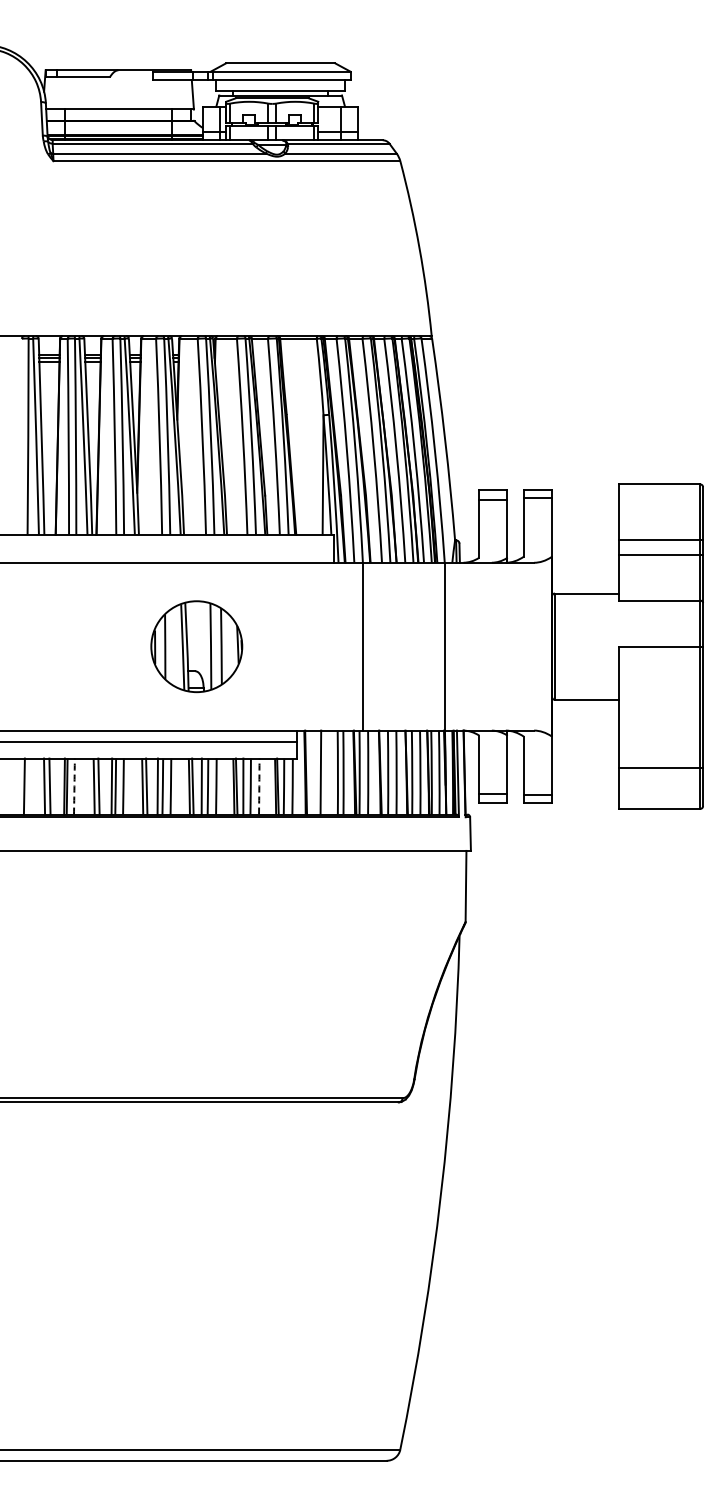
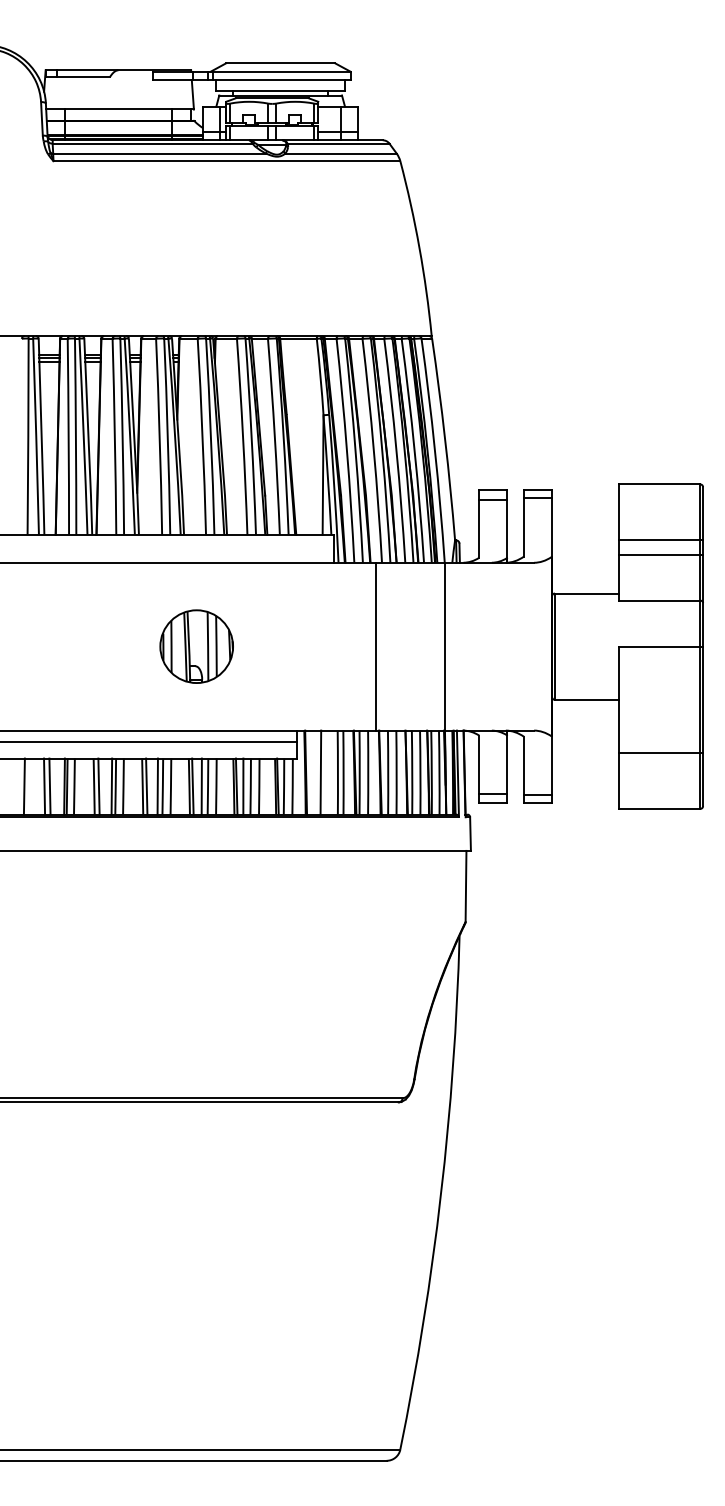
part at (196, 646) size: 94x94 px -> 75x75 px
line at (362, 646) position: (362, 646) -> (375, 646)
line at (661, 767) position: (661, 767) -> (661, 752)
arc at (74, 786): dashed -> solid
arc at (259, 786): dashed -> solid
